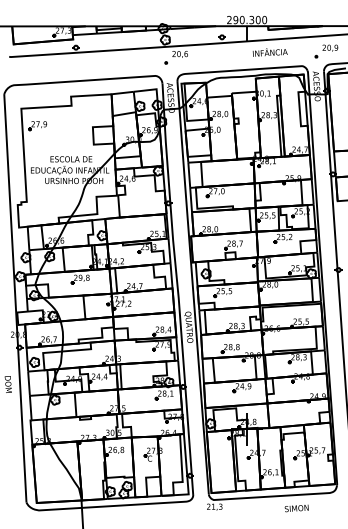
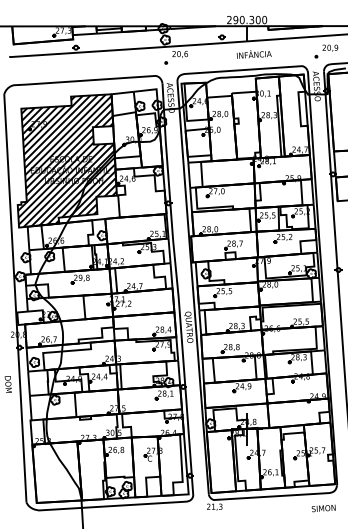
text at (269, 52) position: (269, 52) -> (253, 54)
hatch at (67, 160): none -> present
text at (296, 508) position: (296, 508) -> (323, 508)
